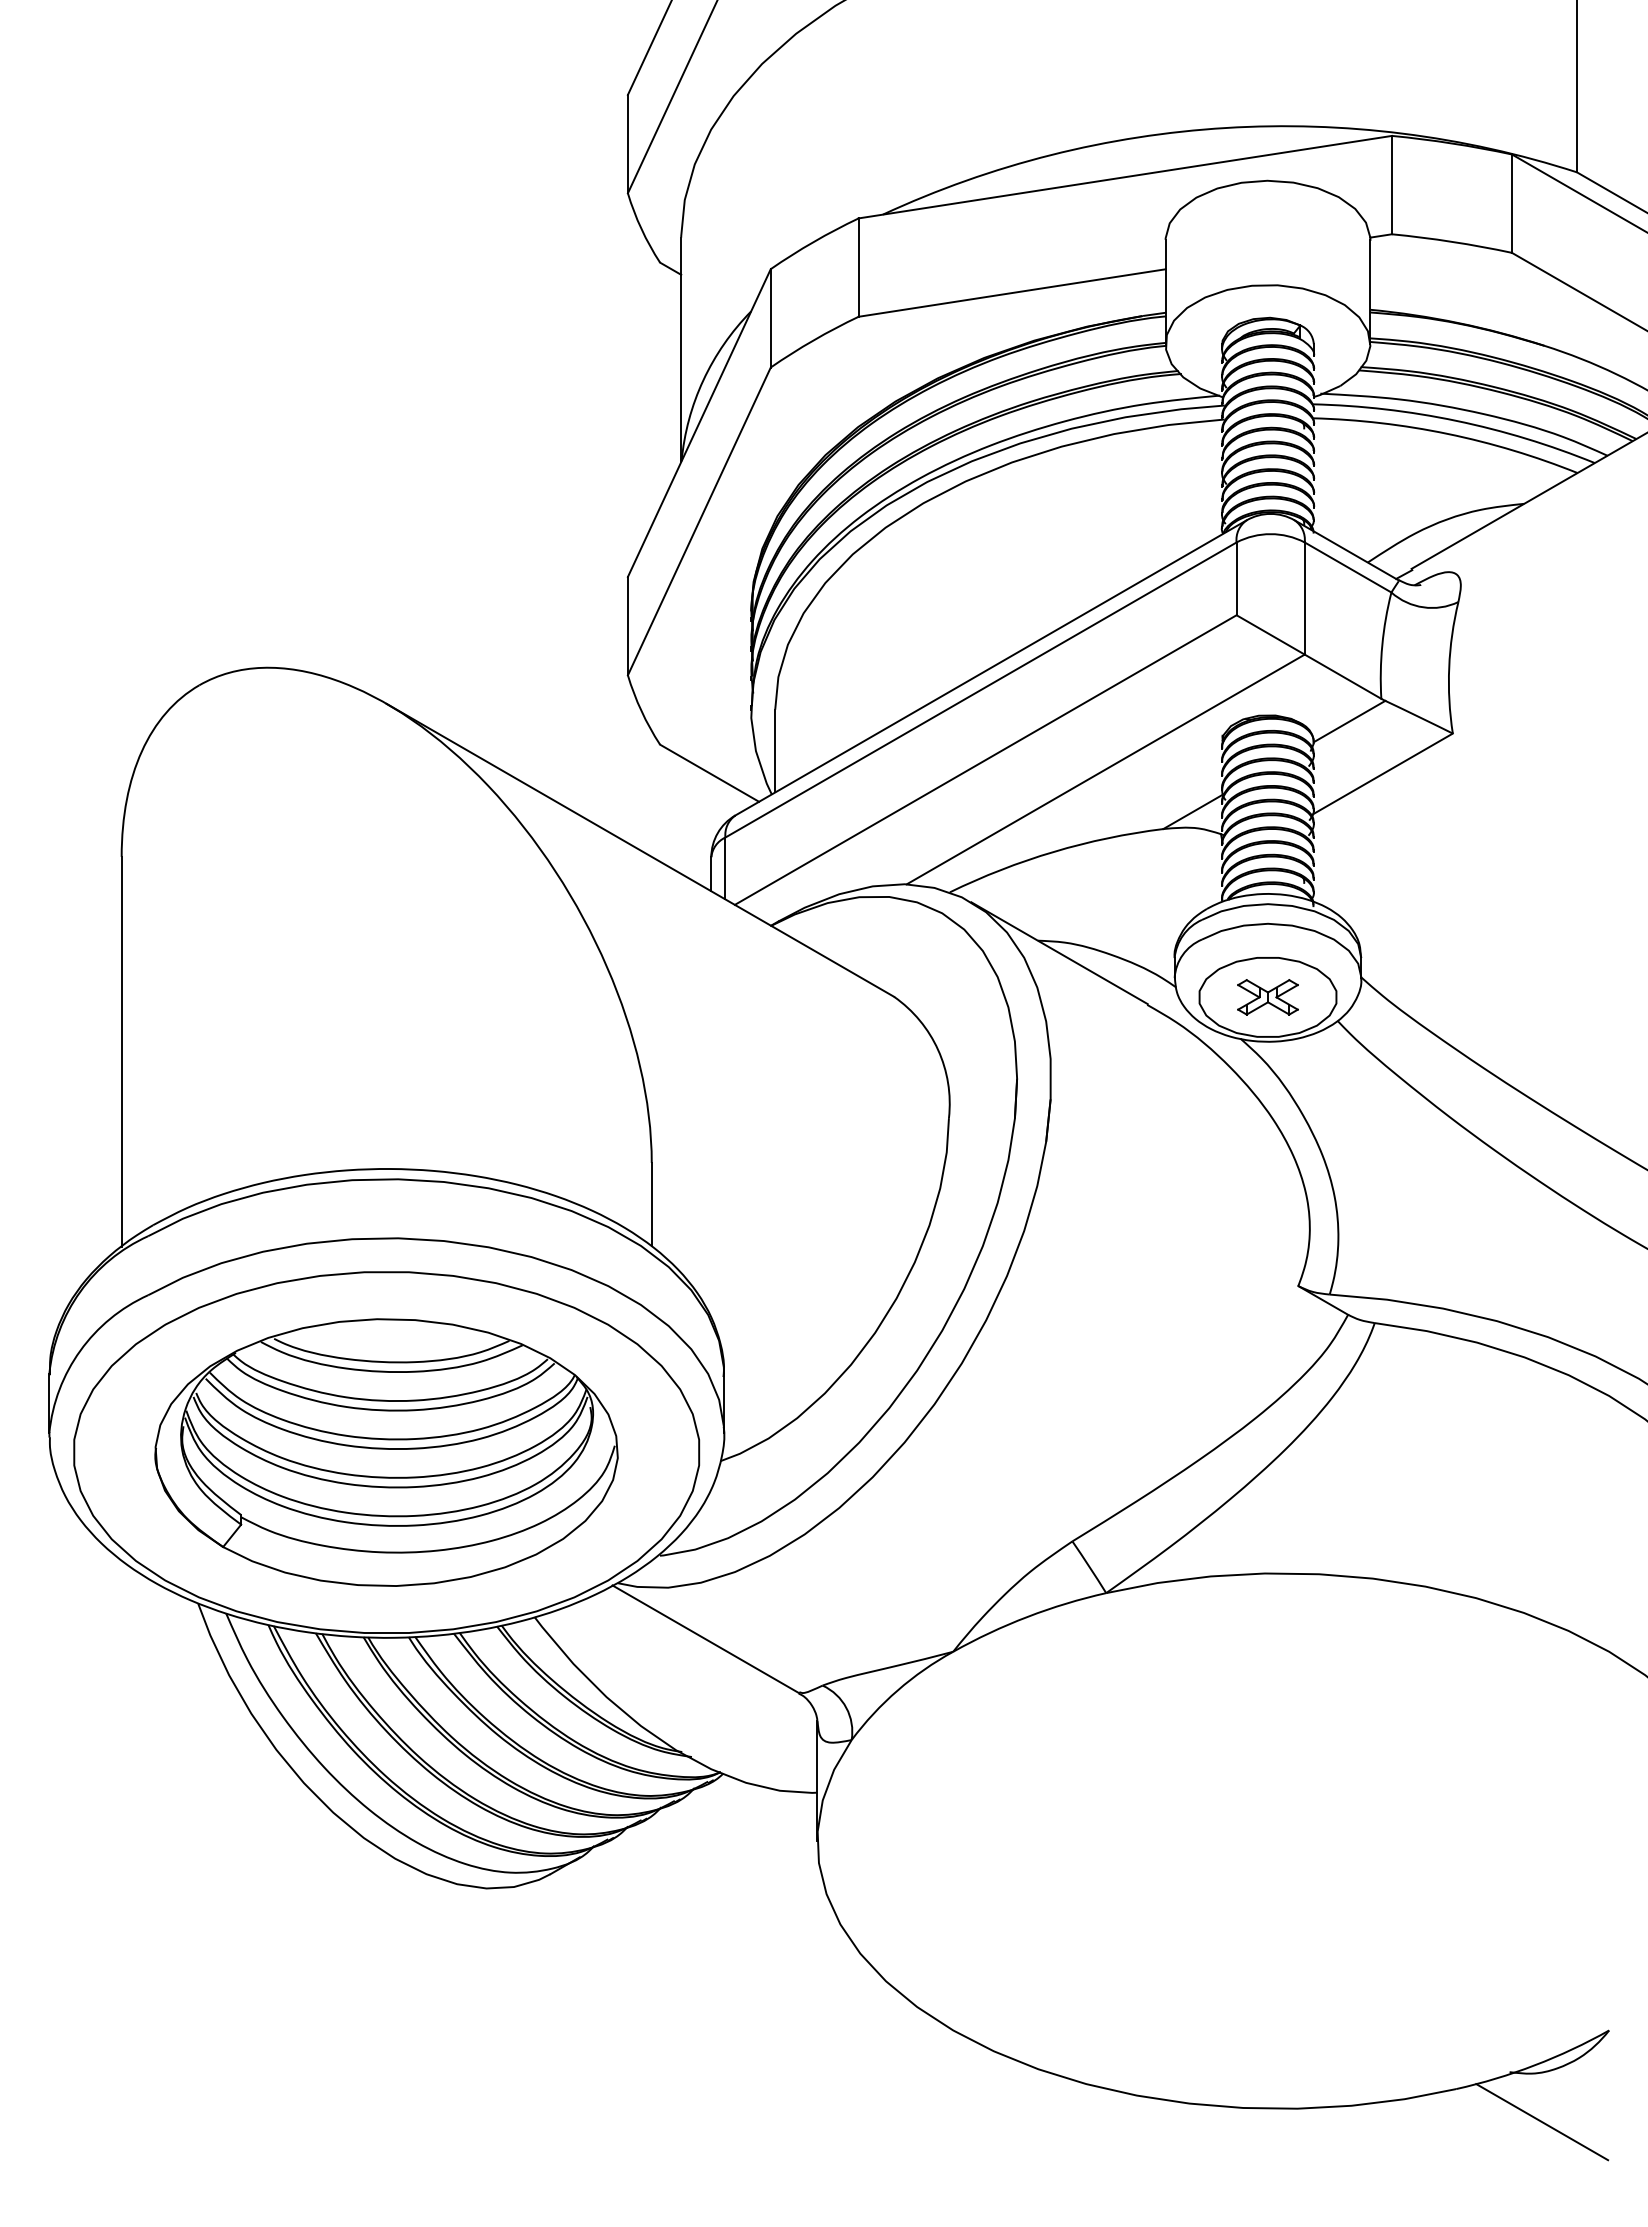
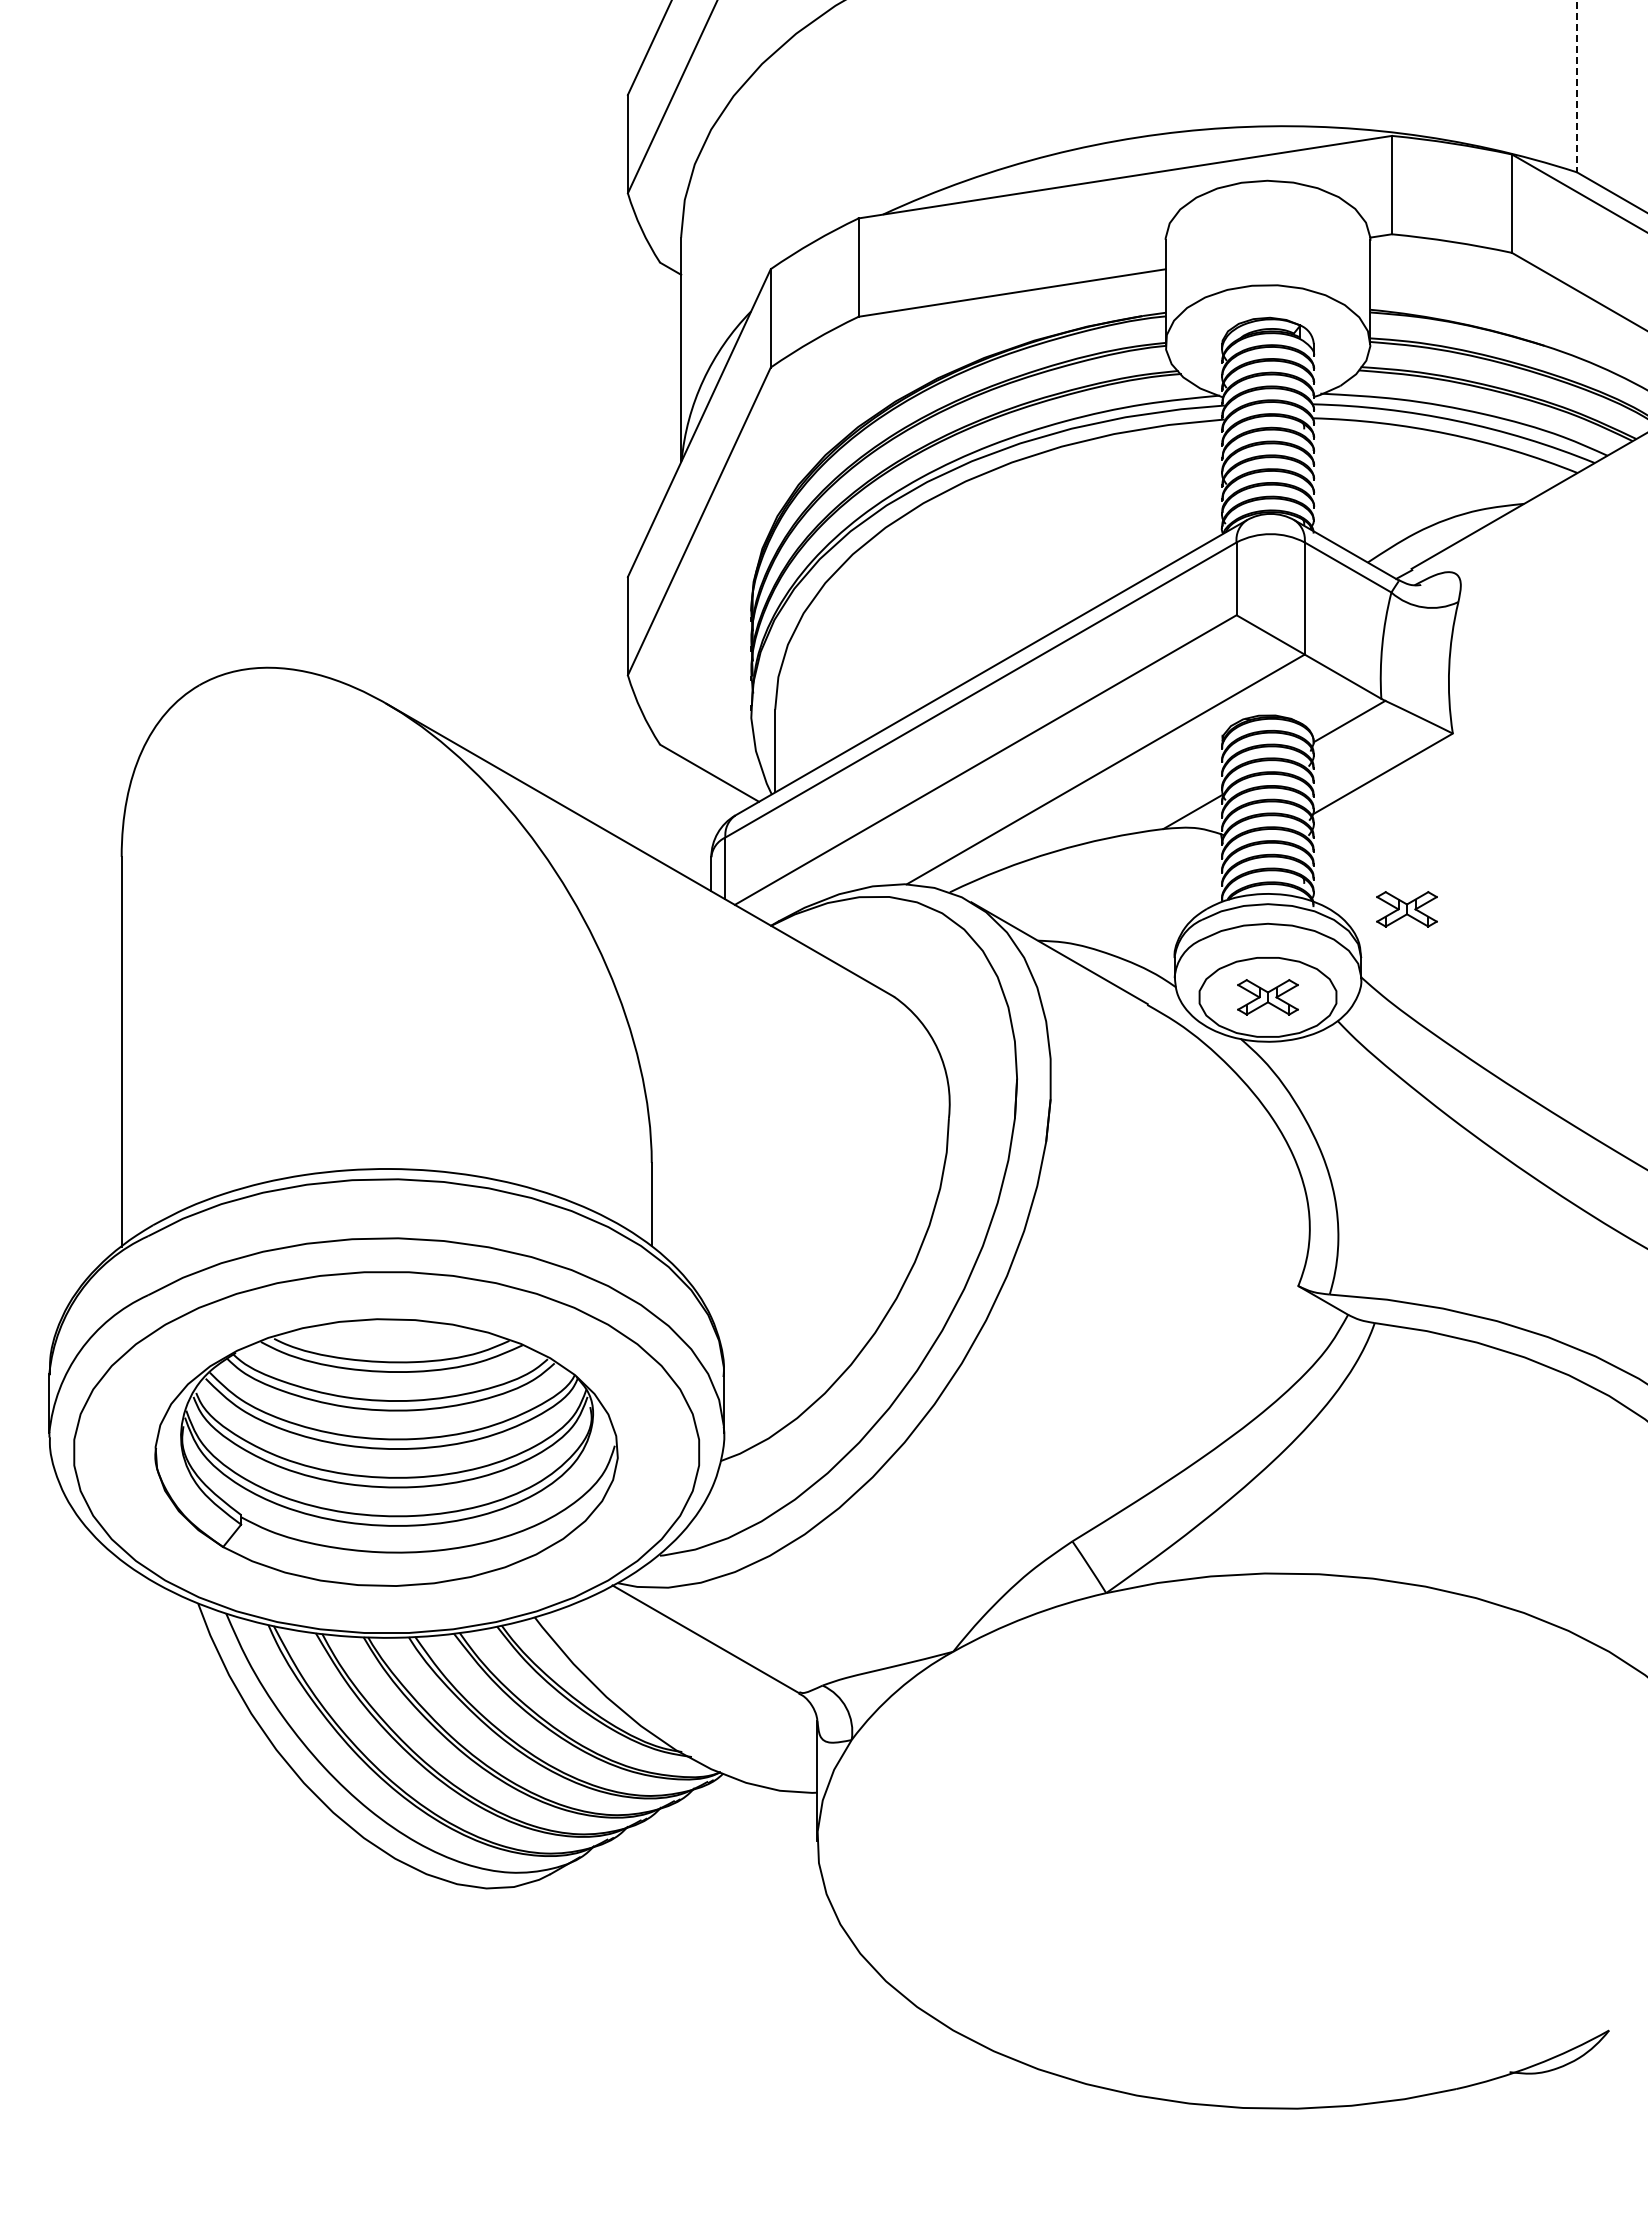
line at (1577, 86): solid -> dashed
part at (1406, 909): none -> present
line at (1542, 2122): present -> none
